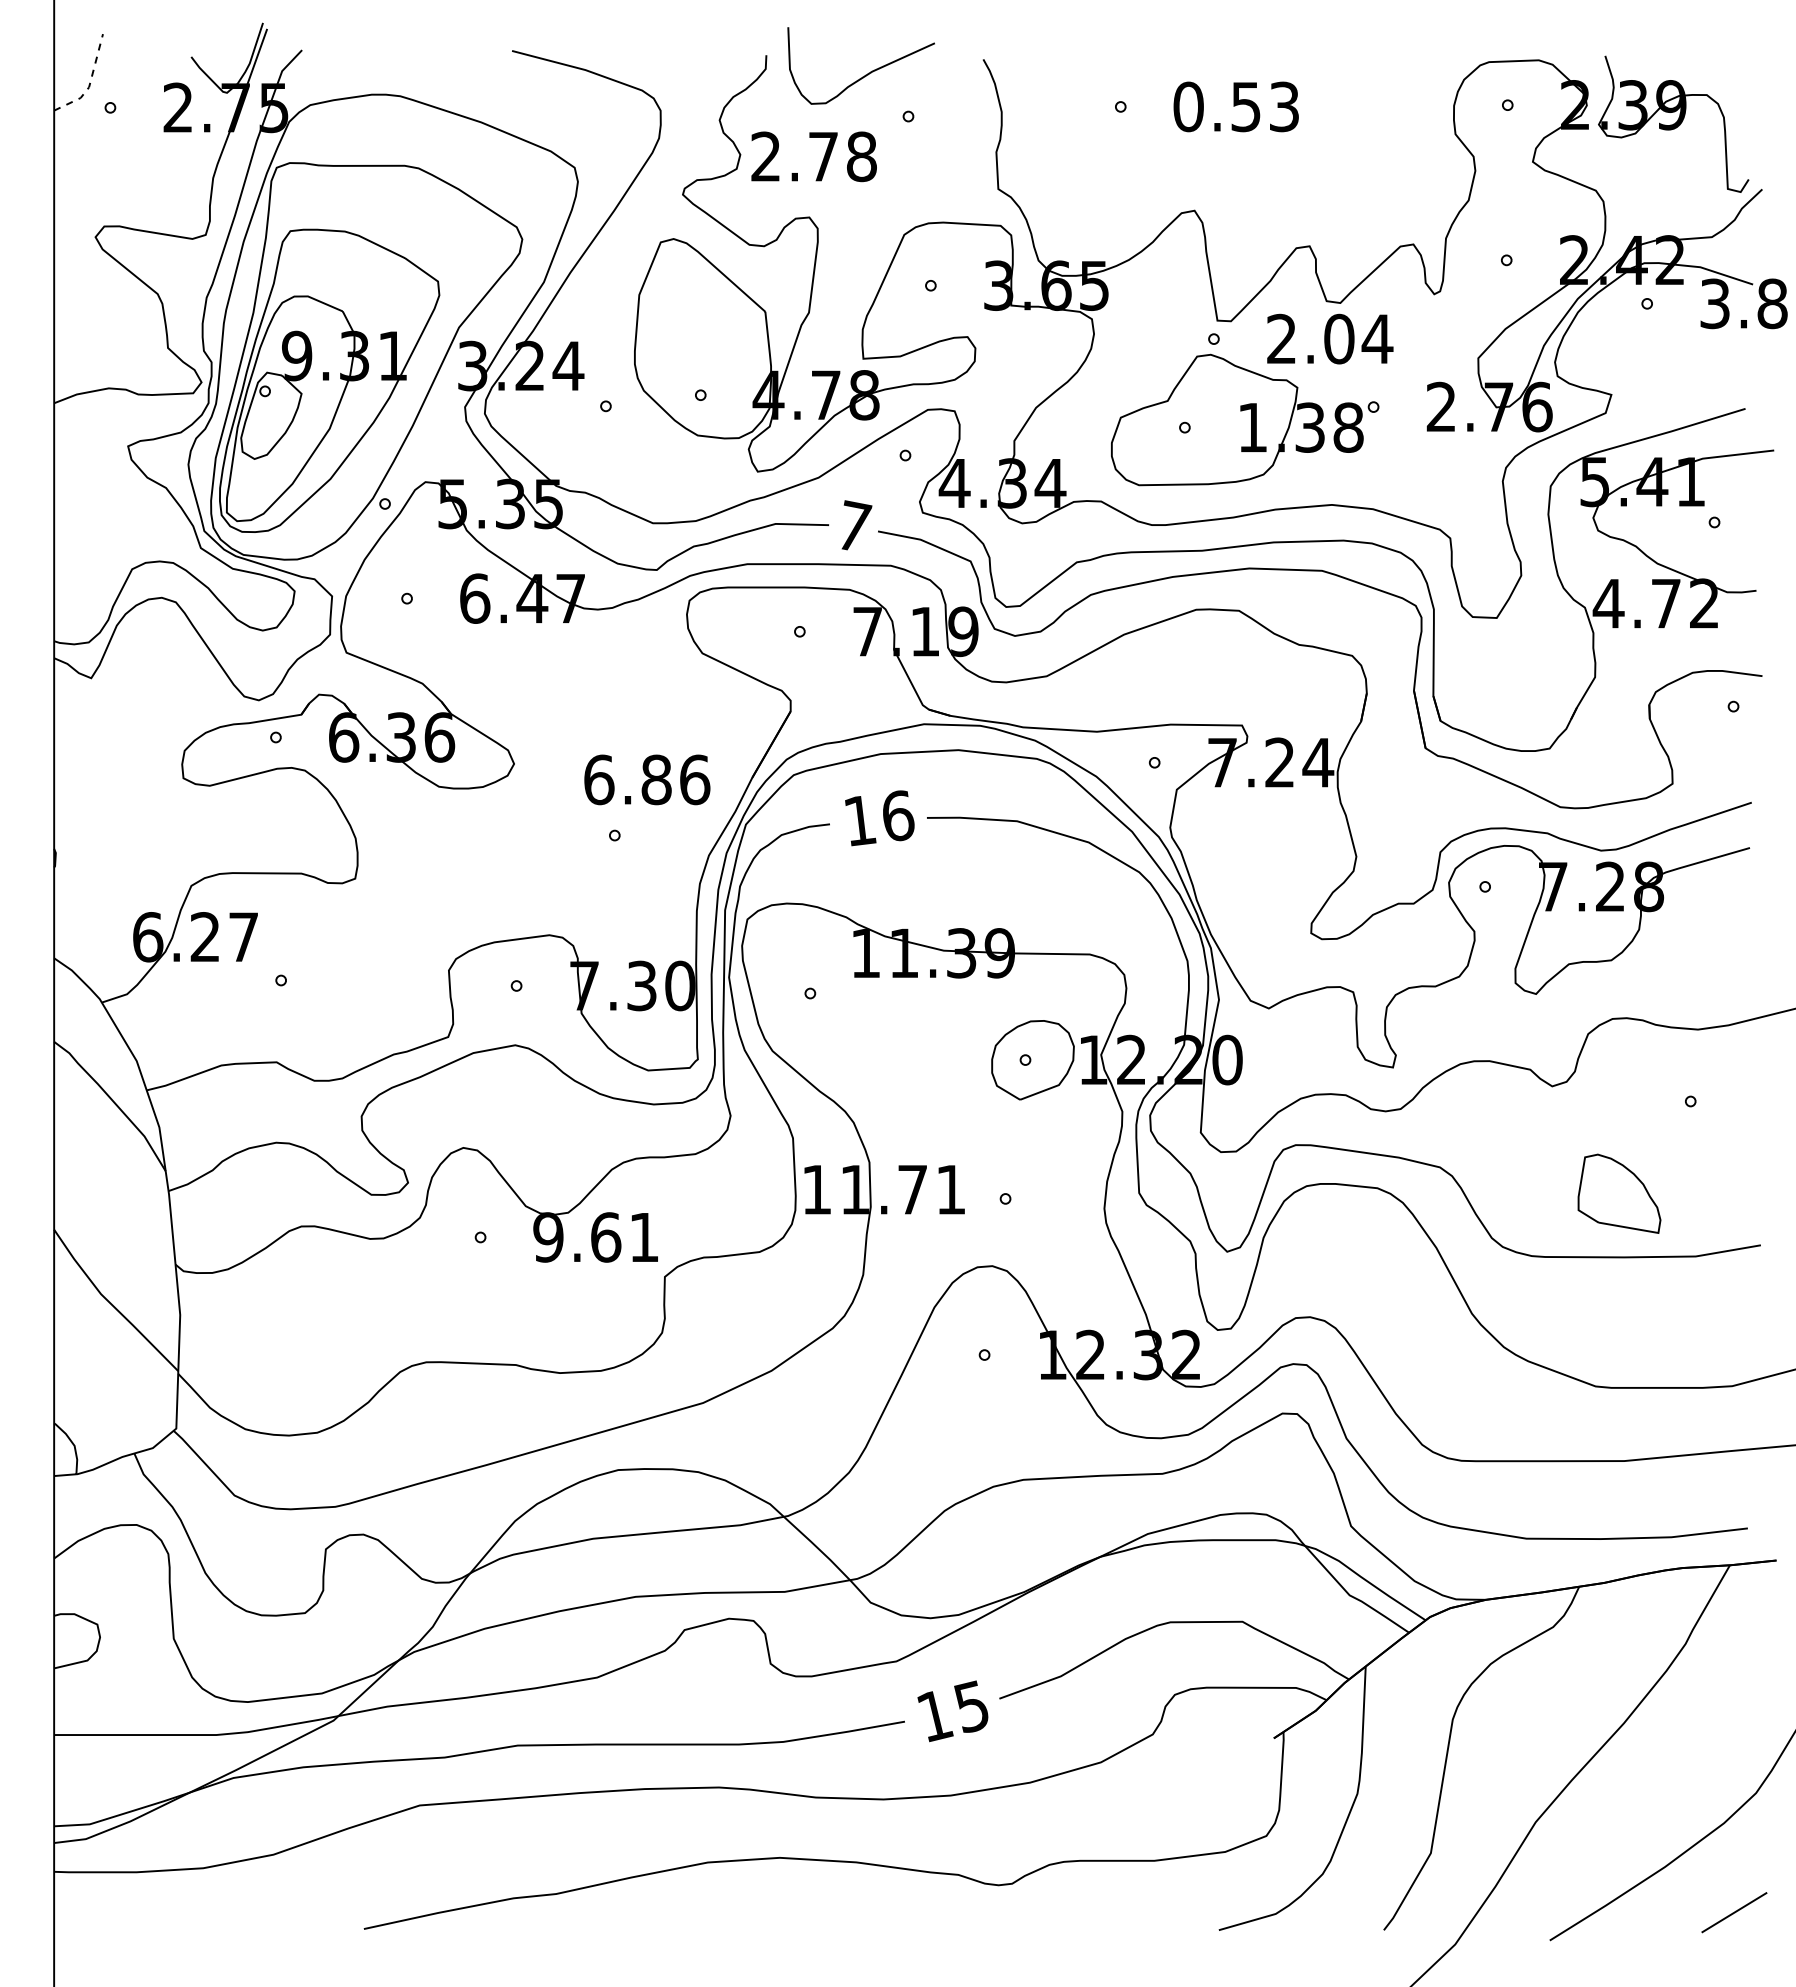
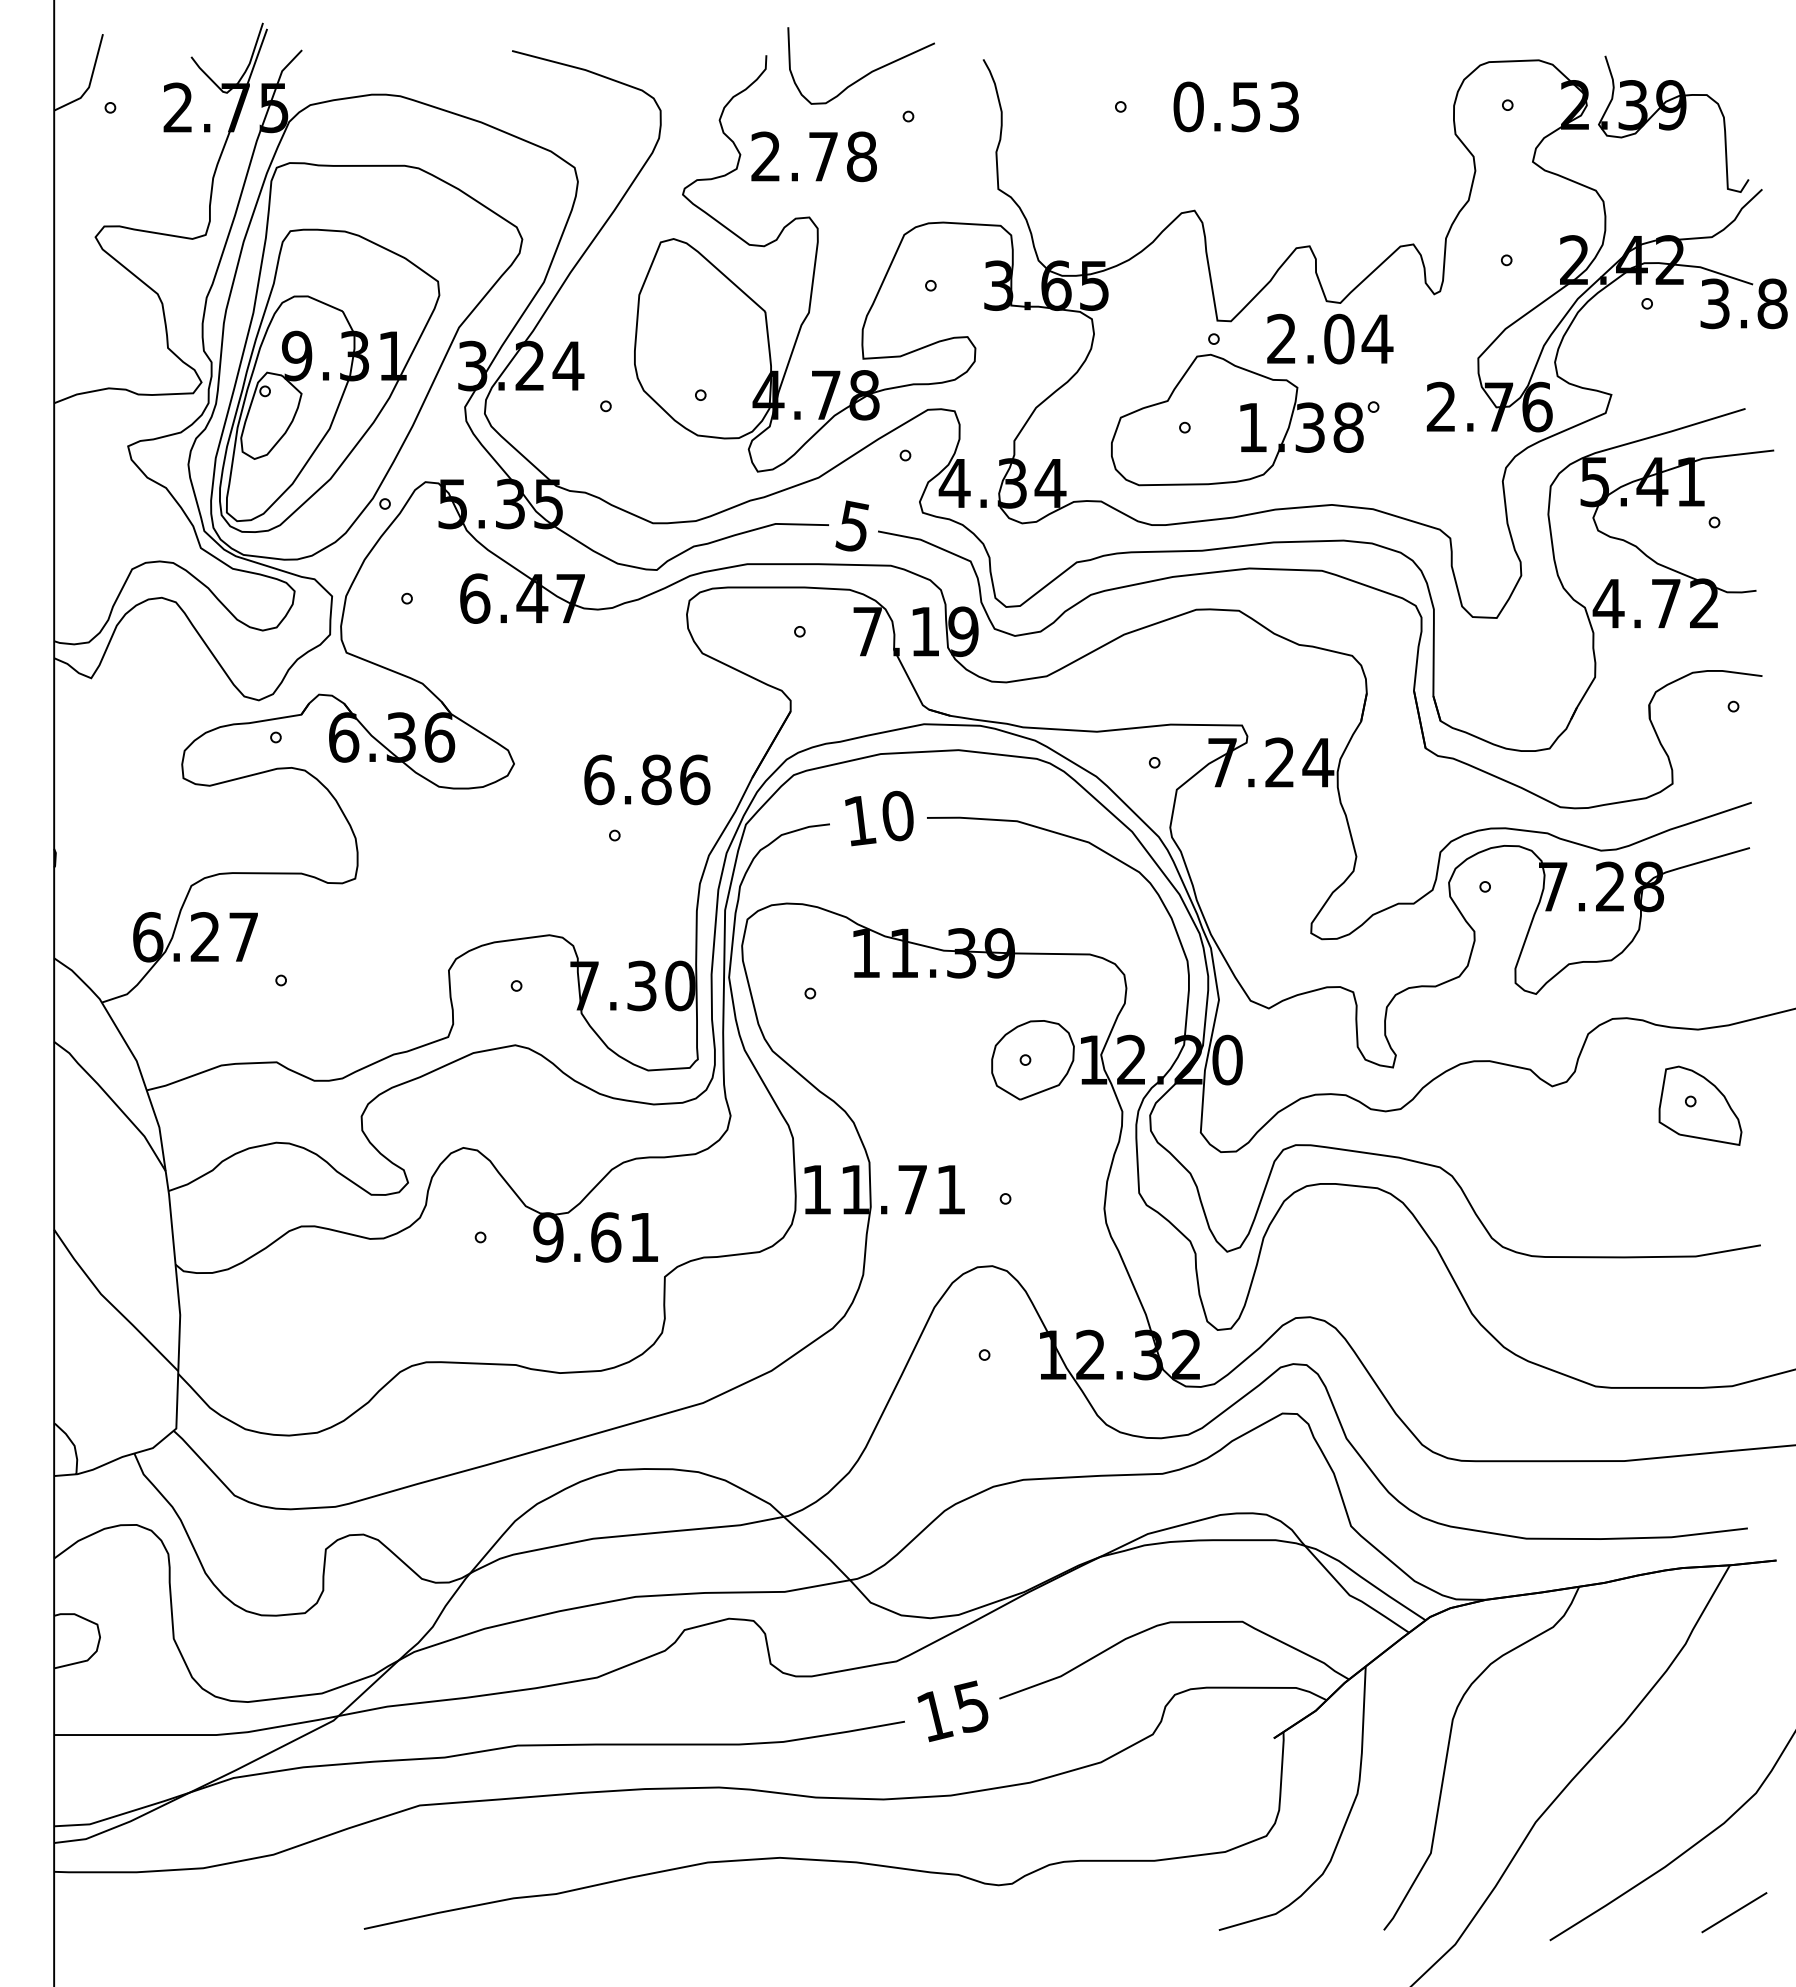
line at (90, 82): dashed -> solid
text at (853, 525): 7 -> 5
text at (898, 815): 16 -> 10
part at (1619, 1193) position: (1619, 1193) -> (1700, 1105)
